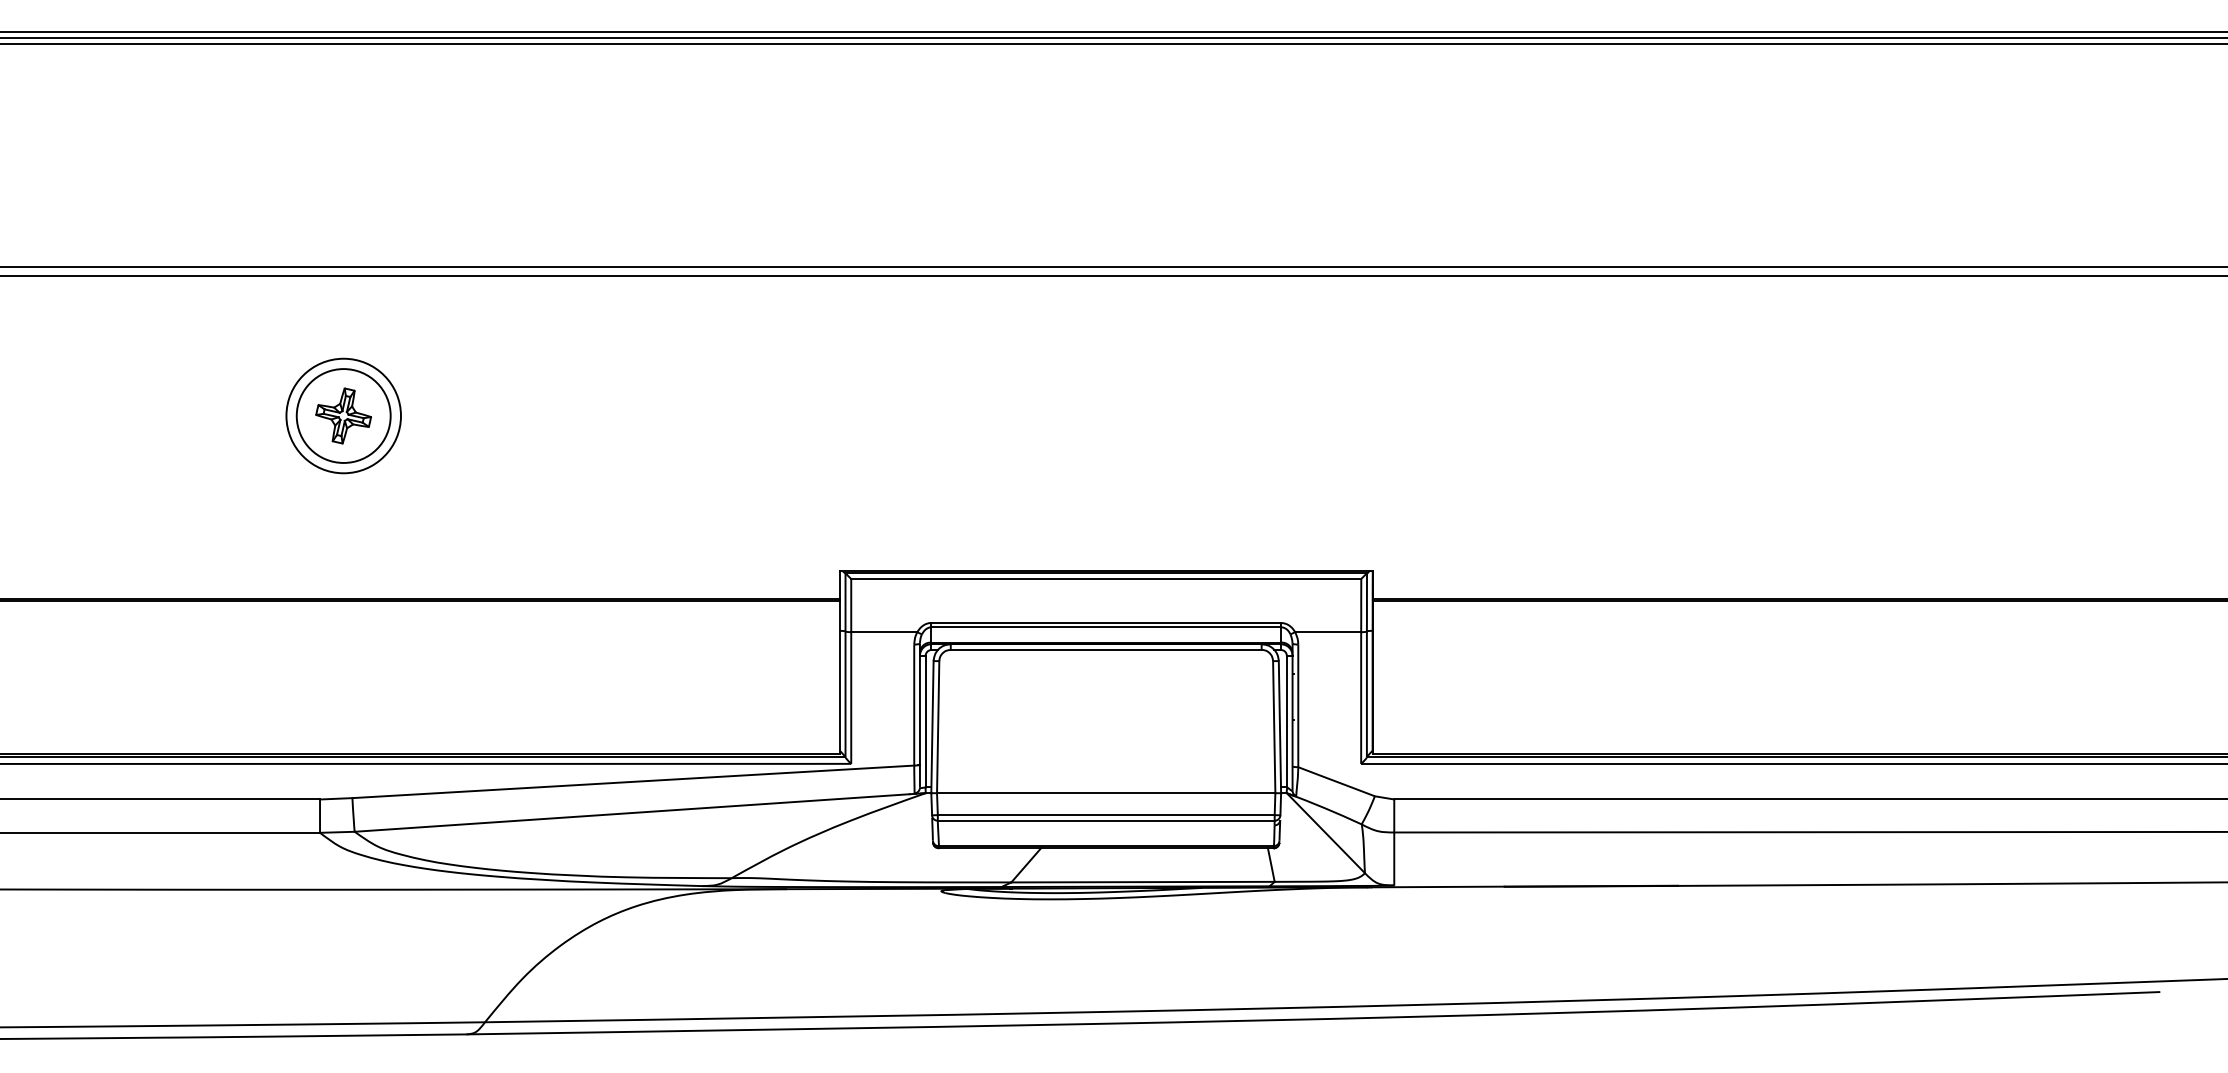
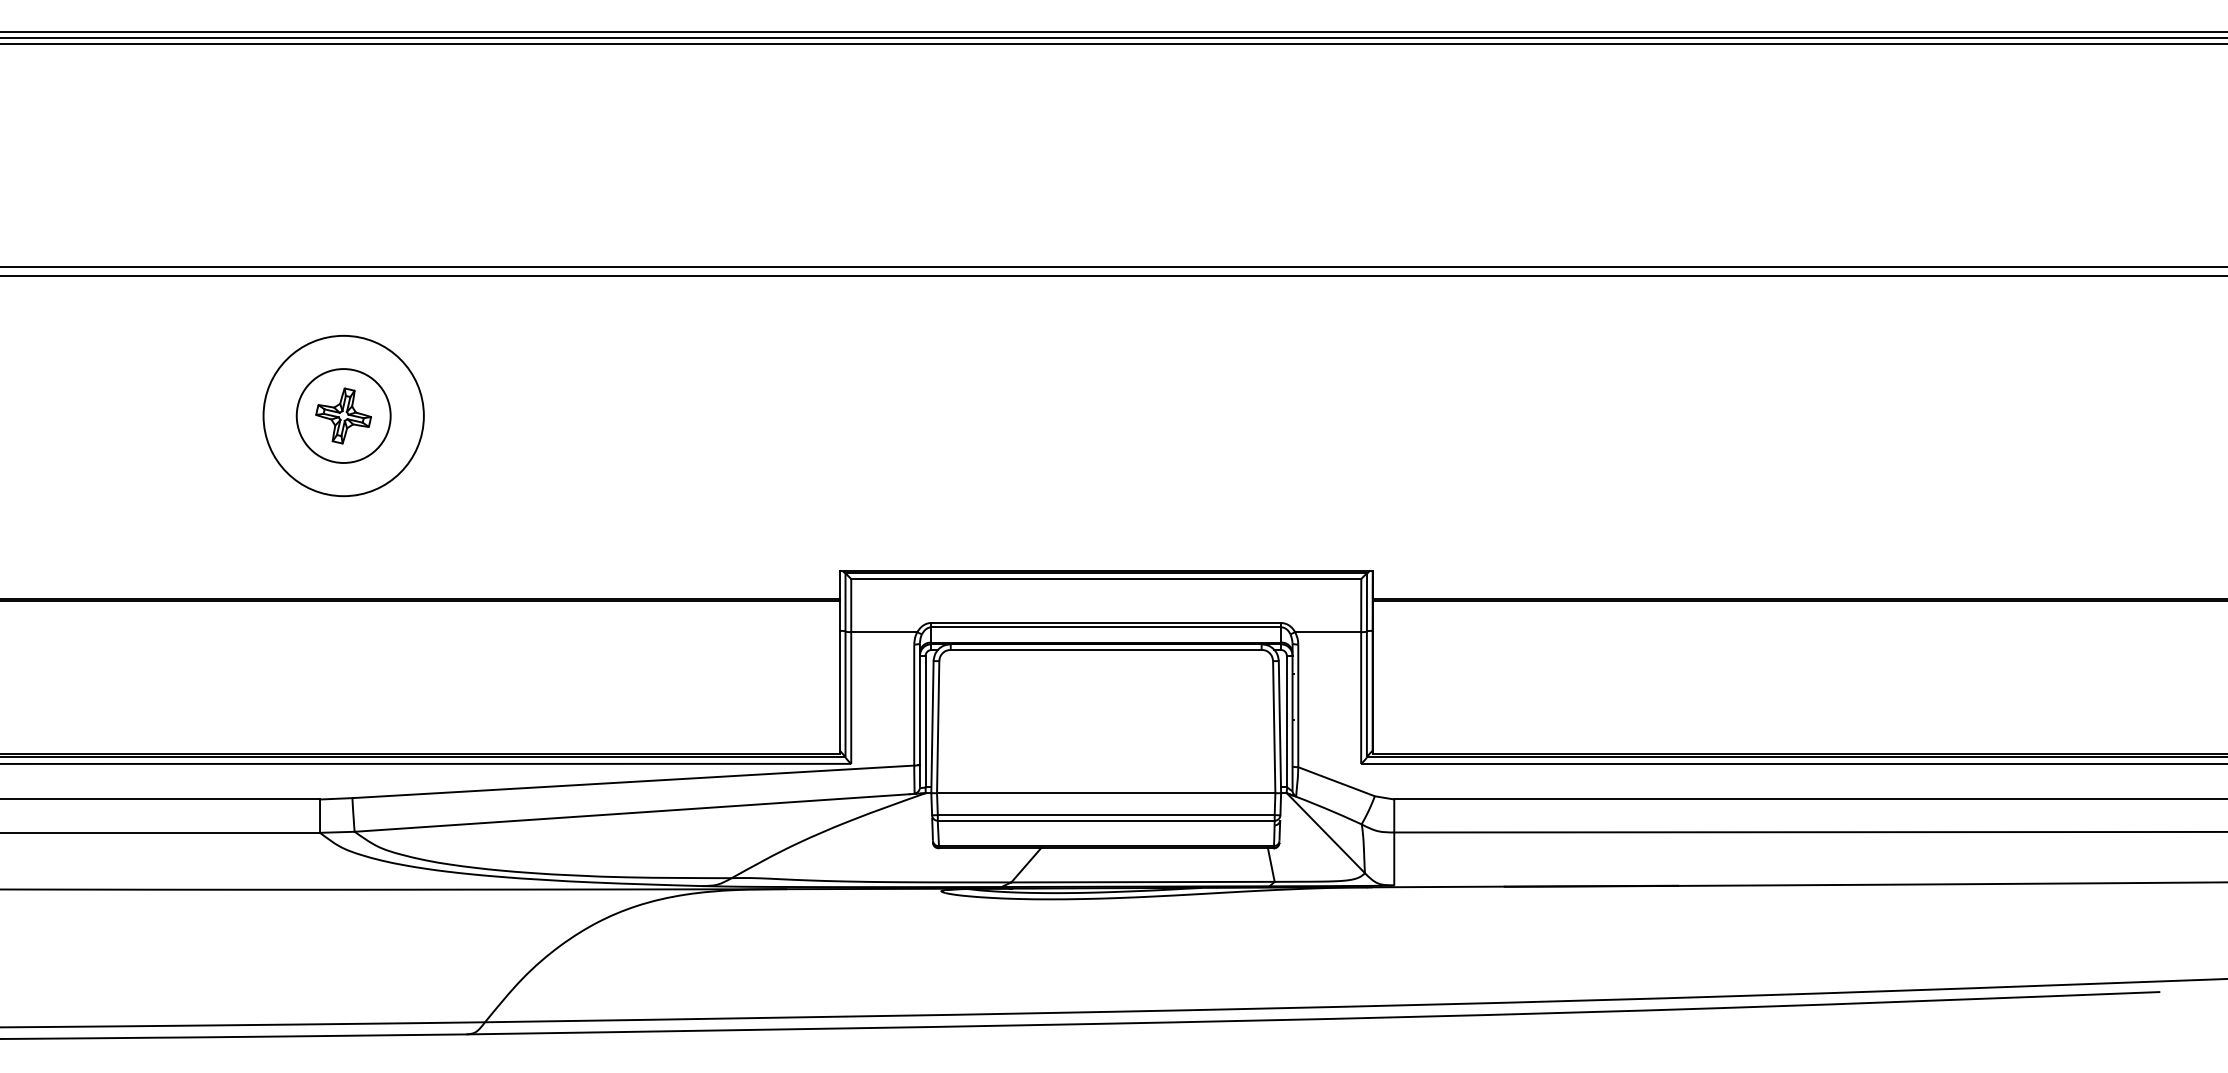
circle at (343, 415) diameter: 115 px -> 160 px
